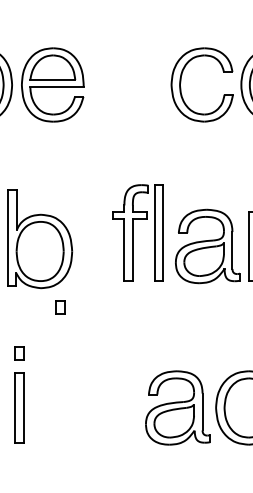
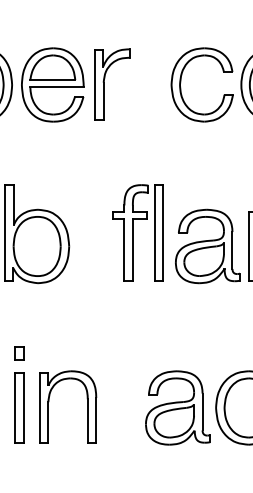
part at (104, 84): none -> present
part at (40, 239) position: (40, 239) -> (37, 234)
part at (60, 307): present -> none
part at (87, 406): none -> present
